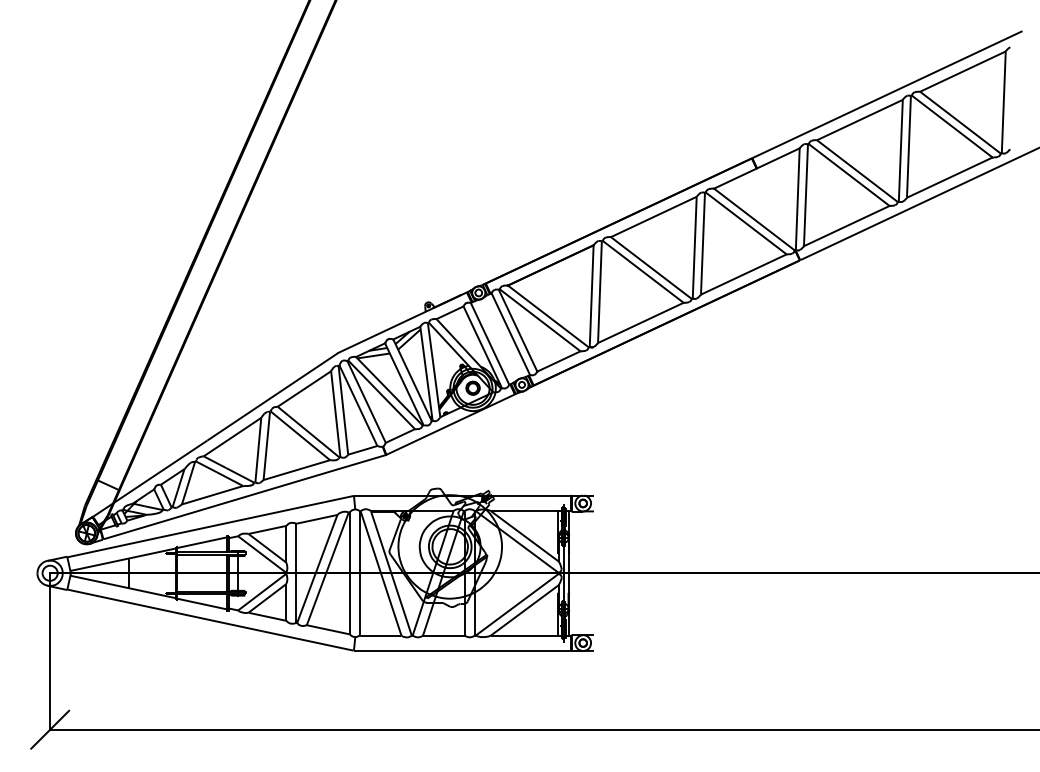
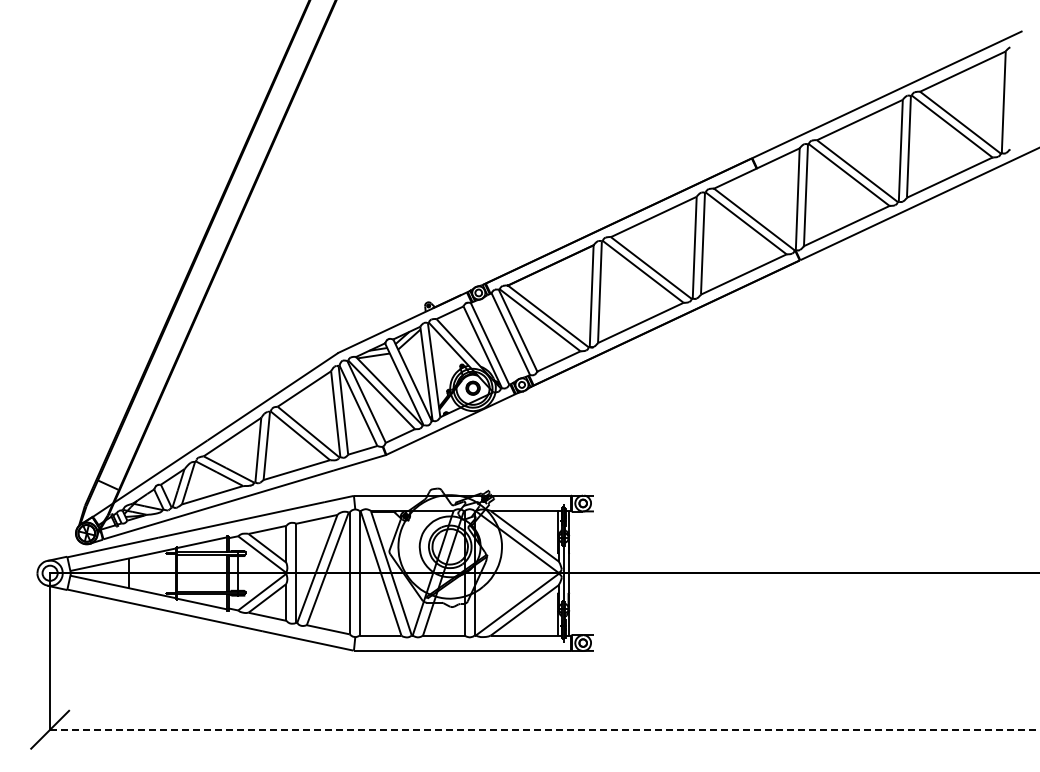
line at (545, 729): solid -> dashed
